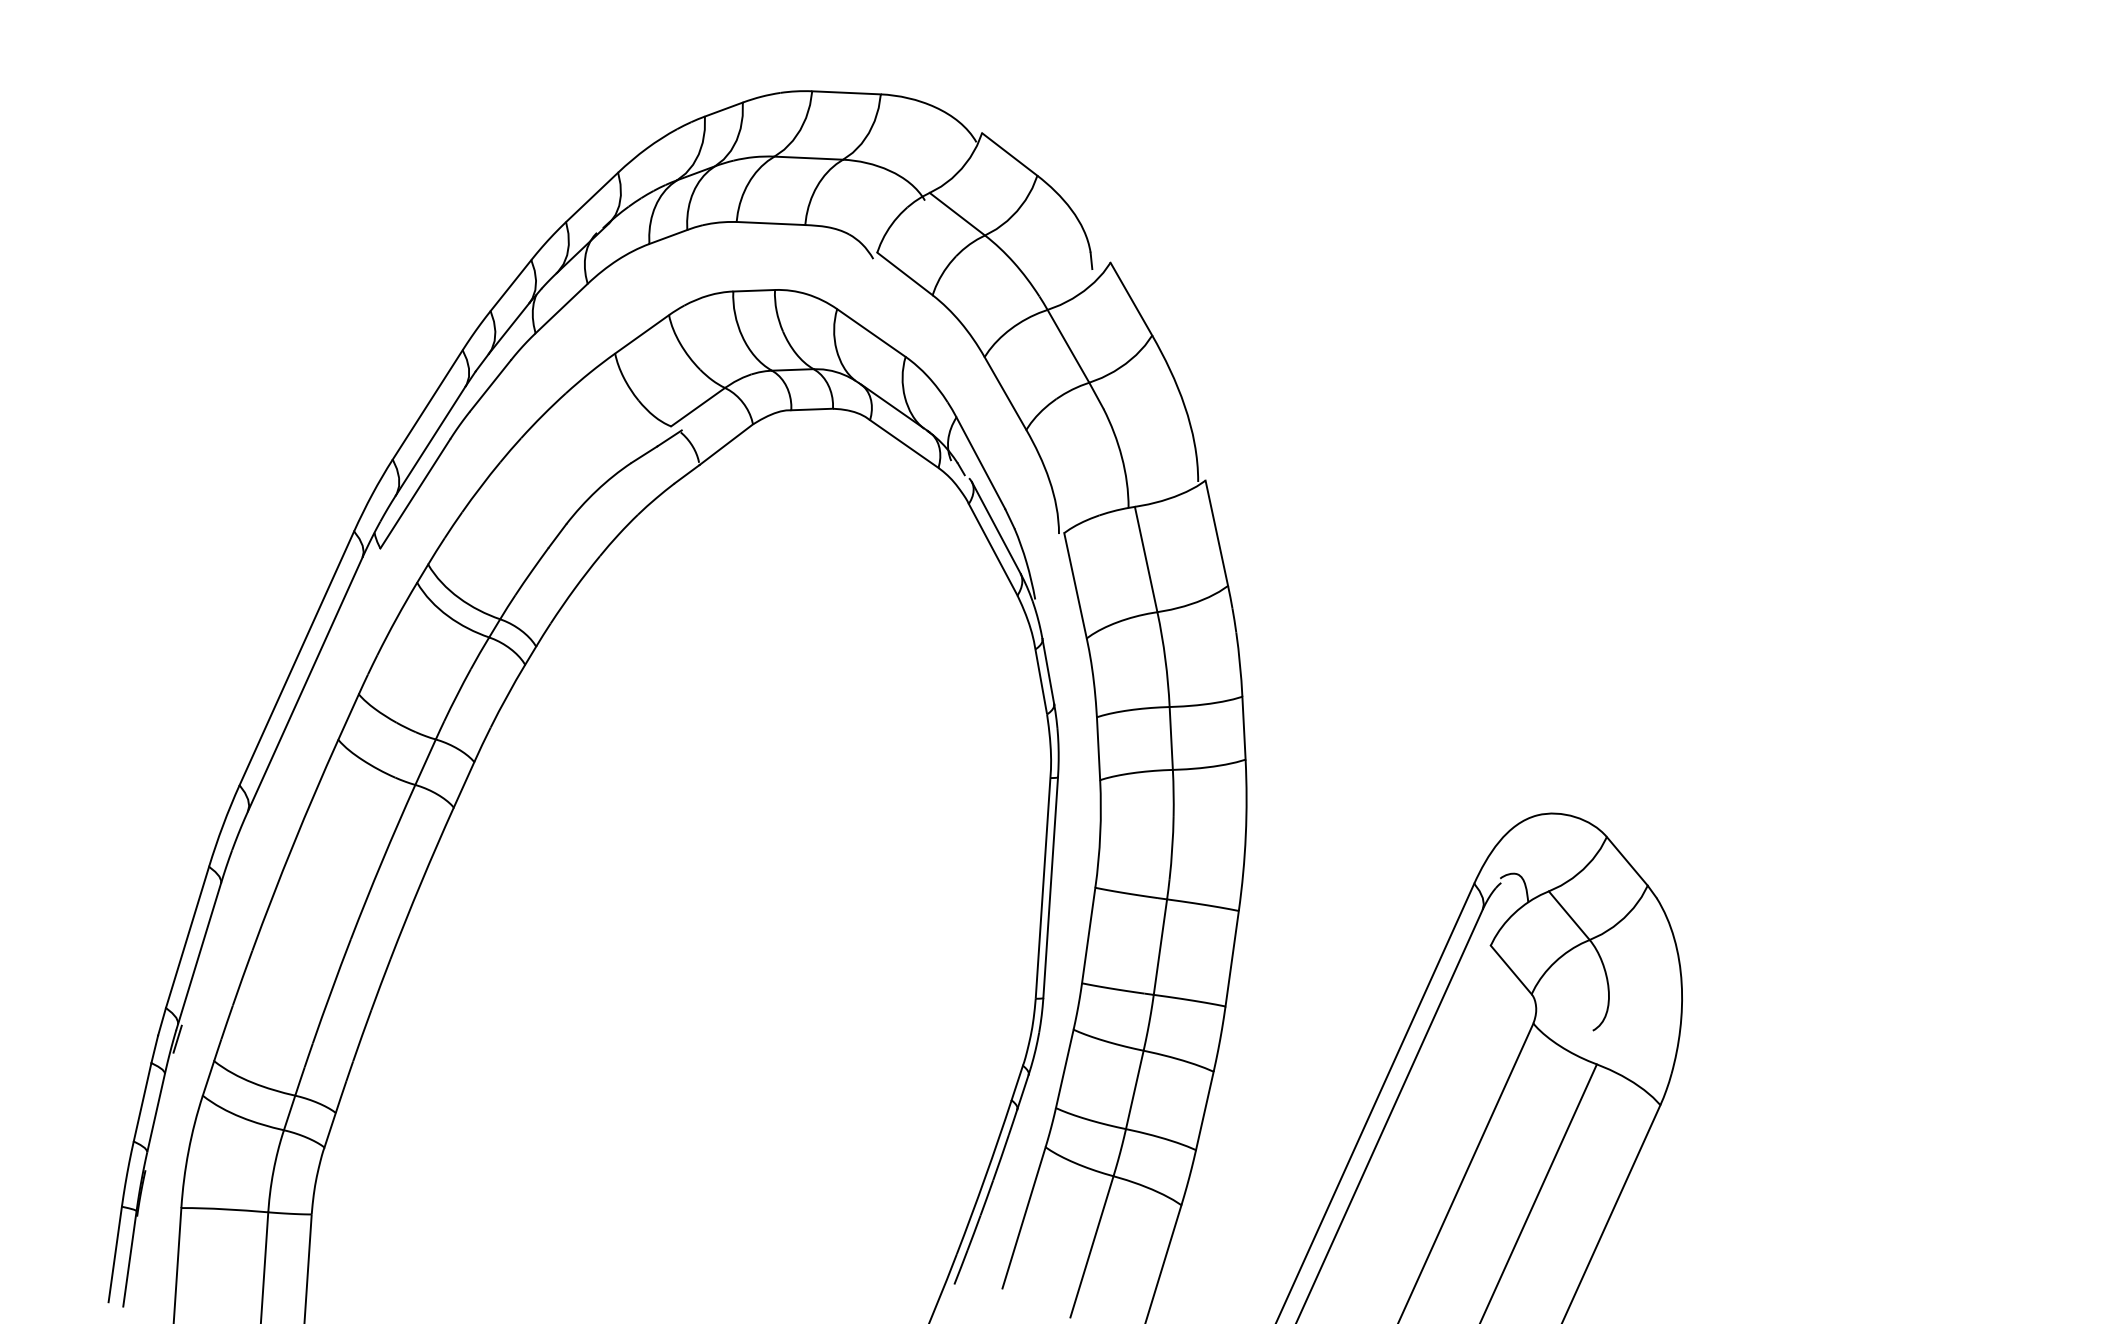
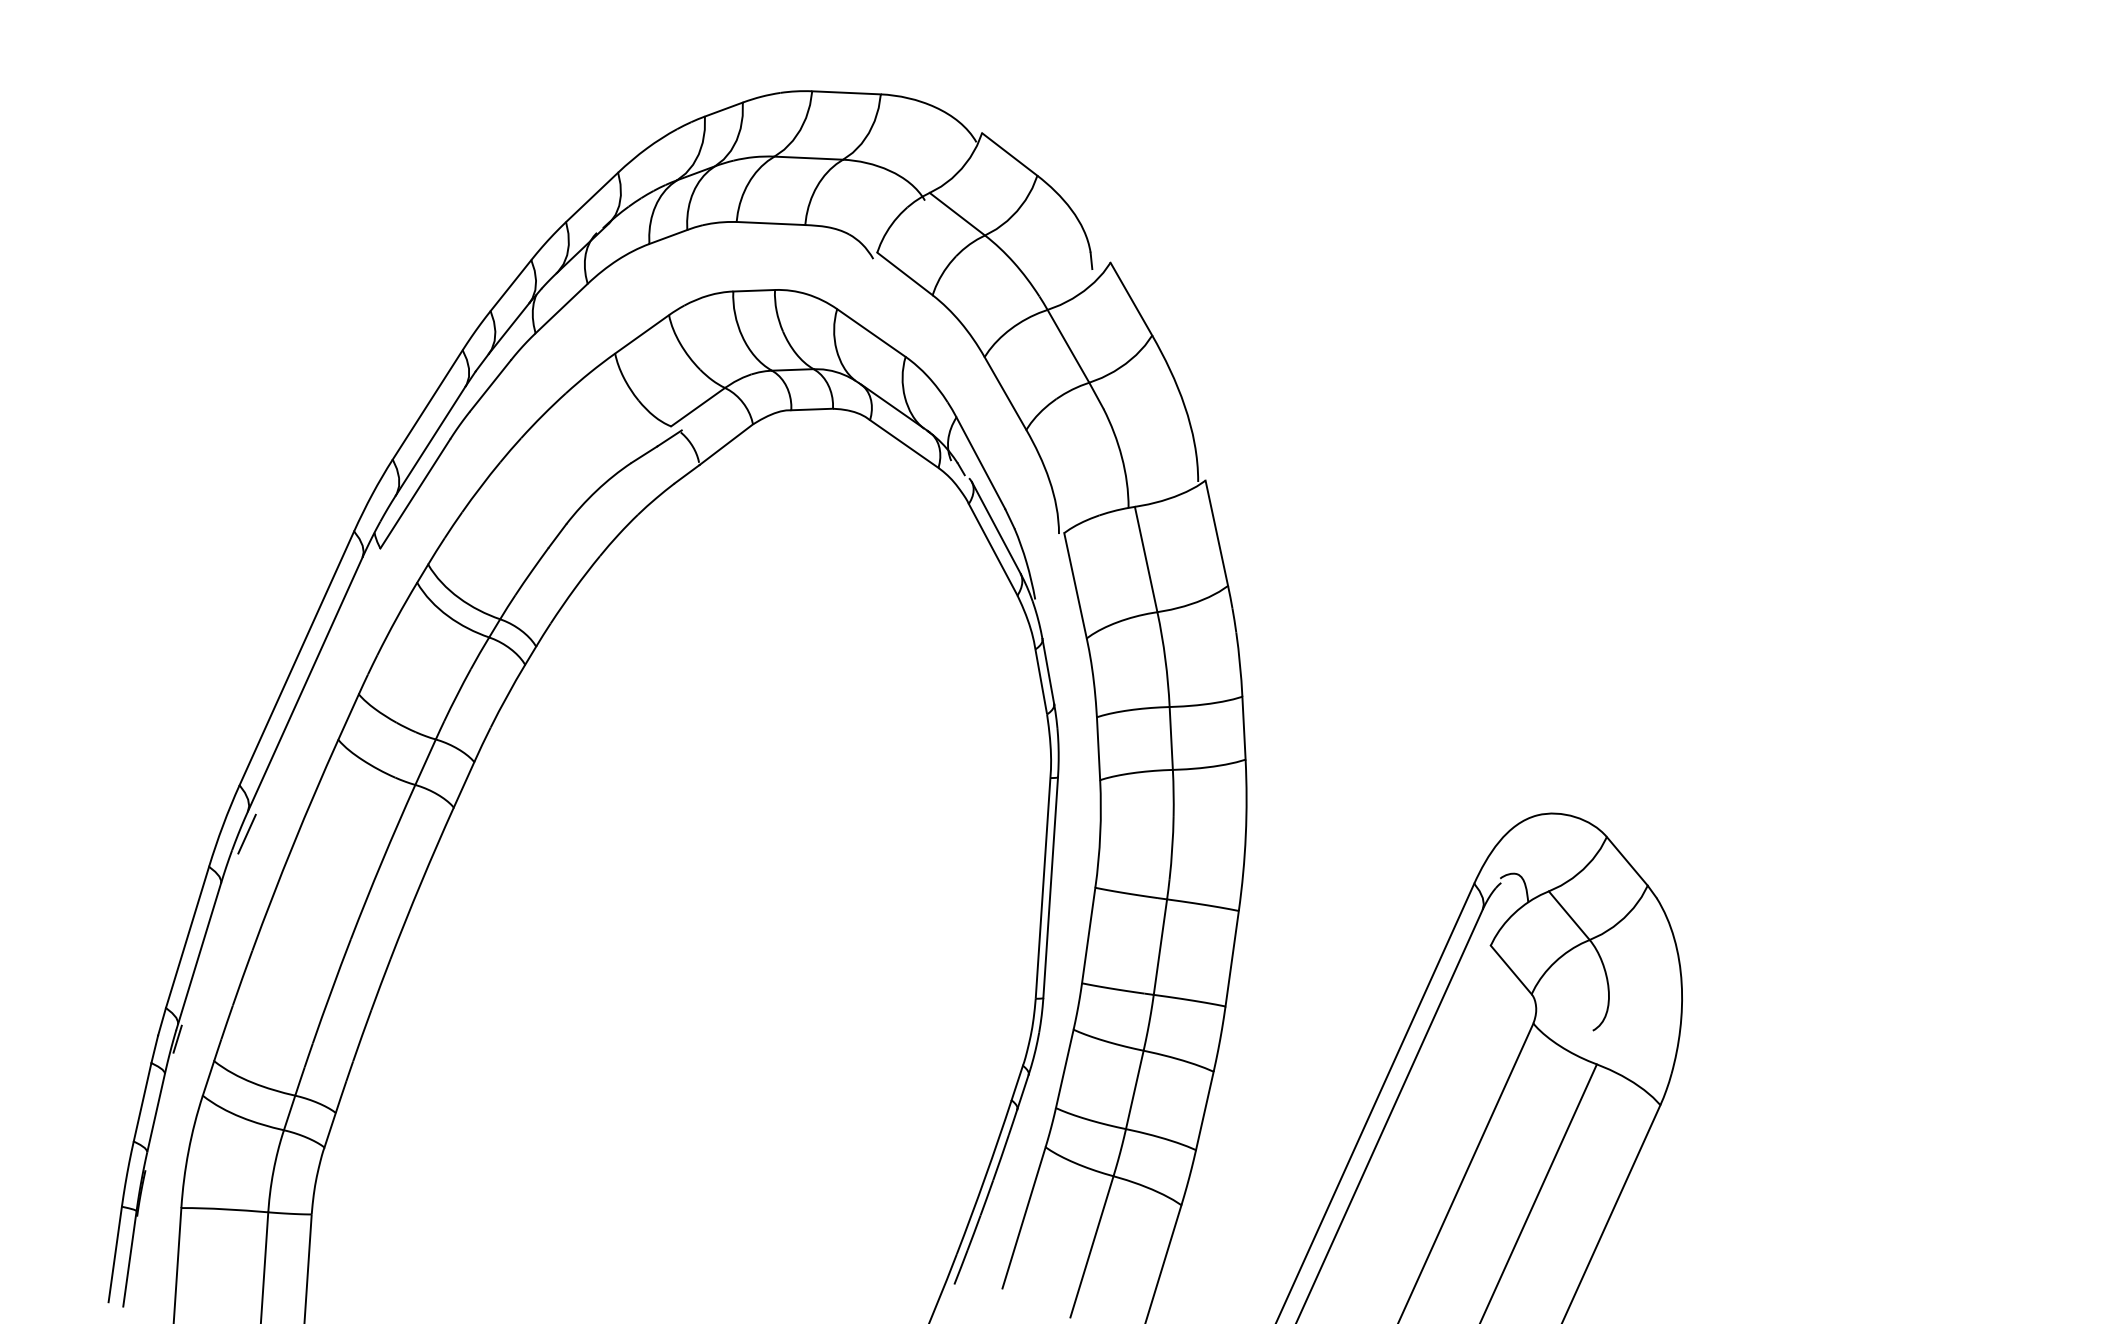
line at (246, 833): none -> present
